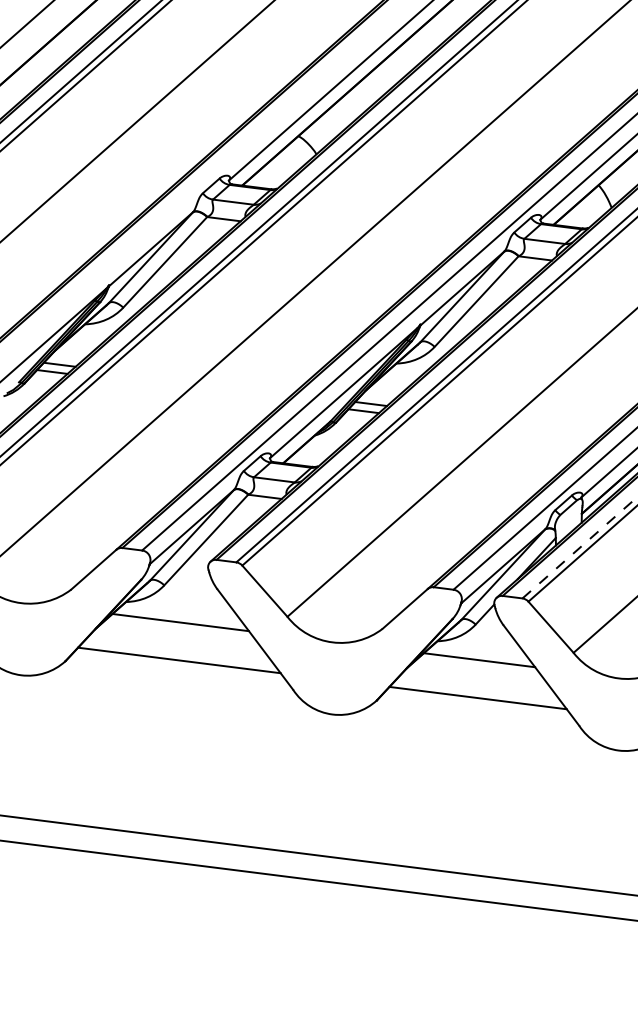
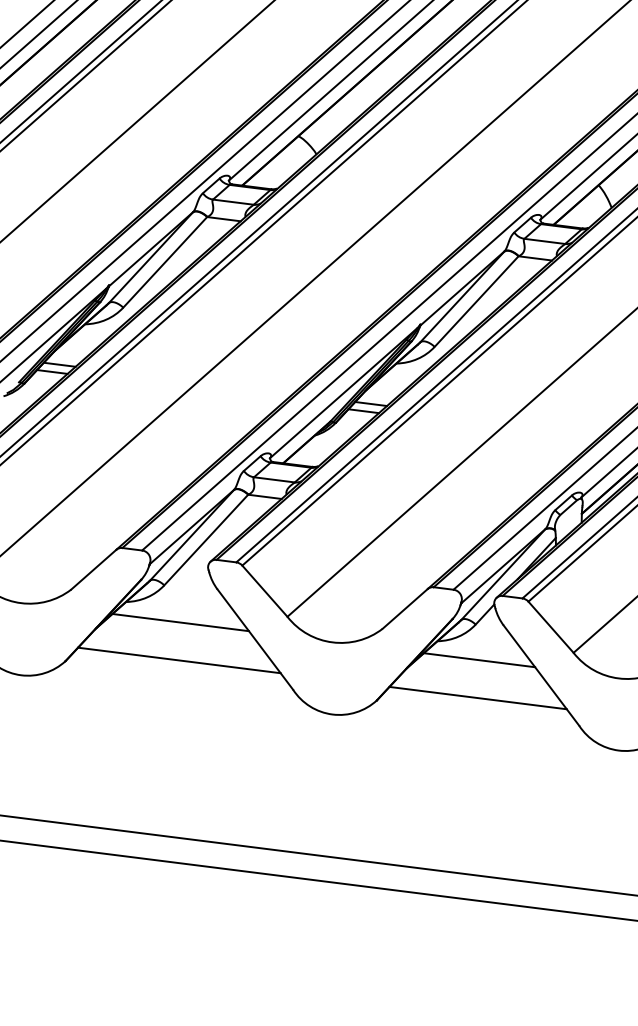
line at (38, 34): none -> present
line at (204, 180): none -> present
line at (580, 547): dashed -> solid
